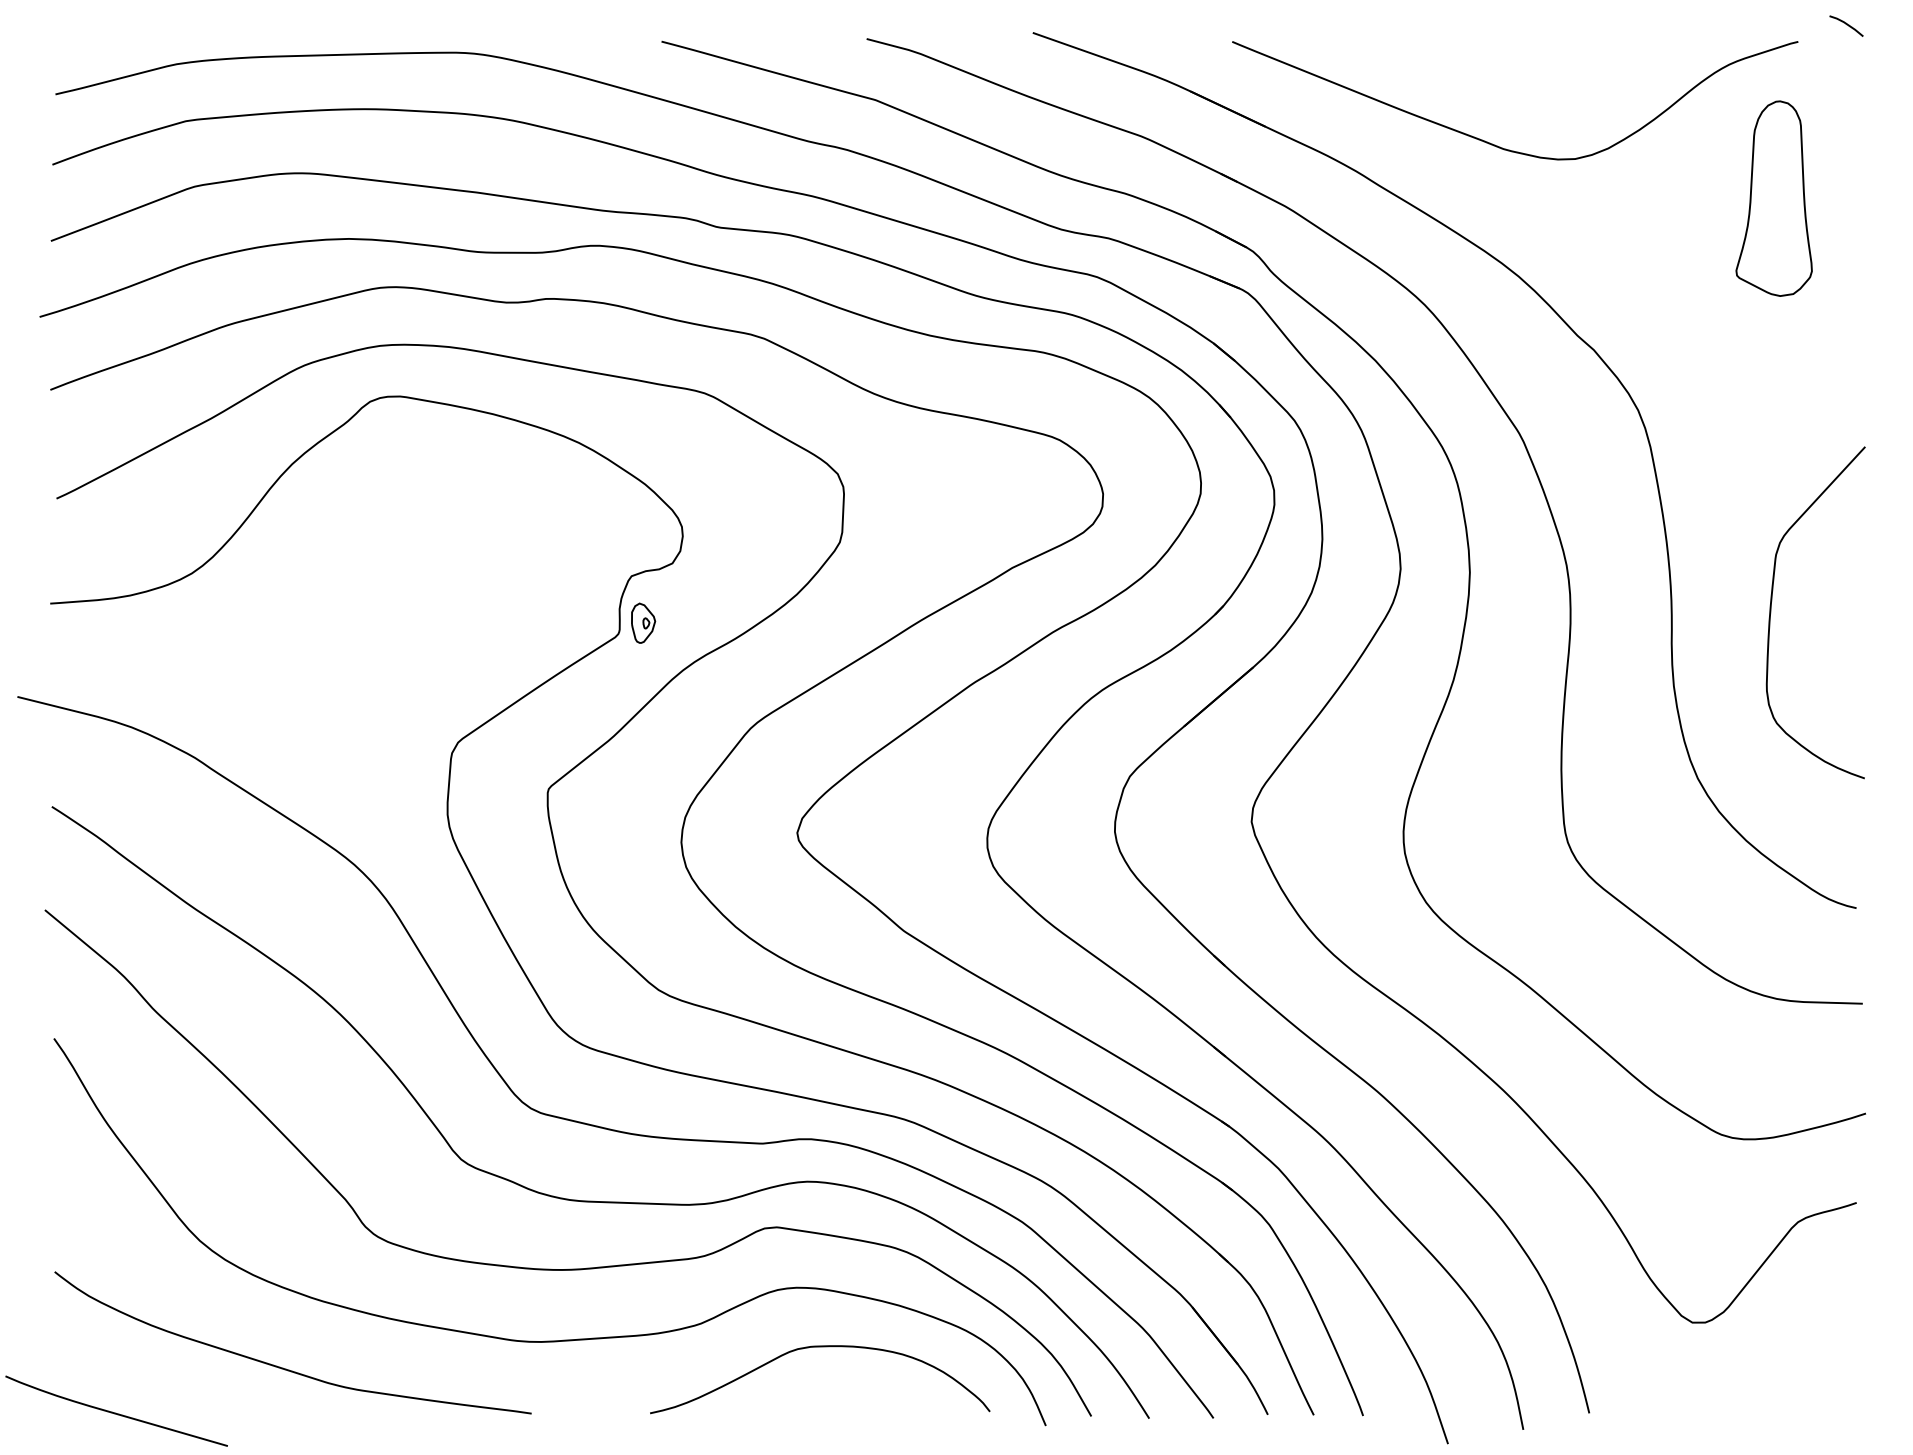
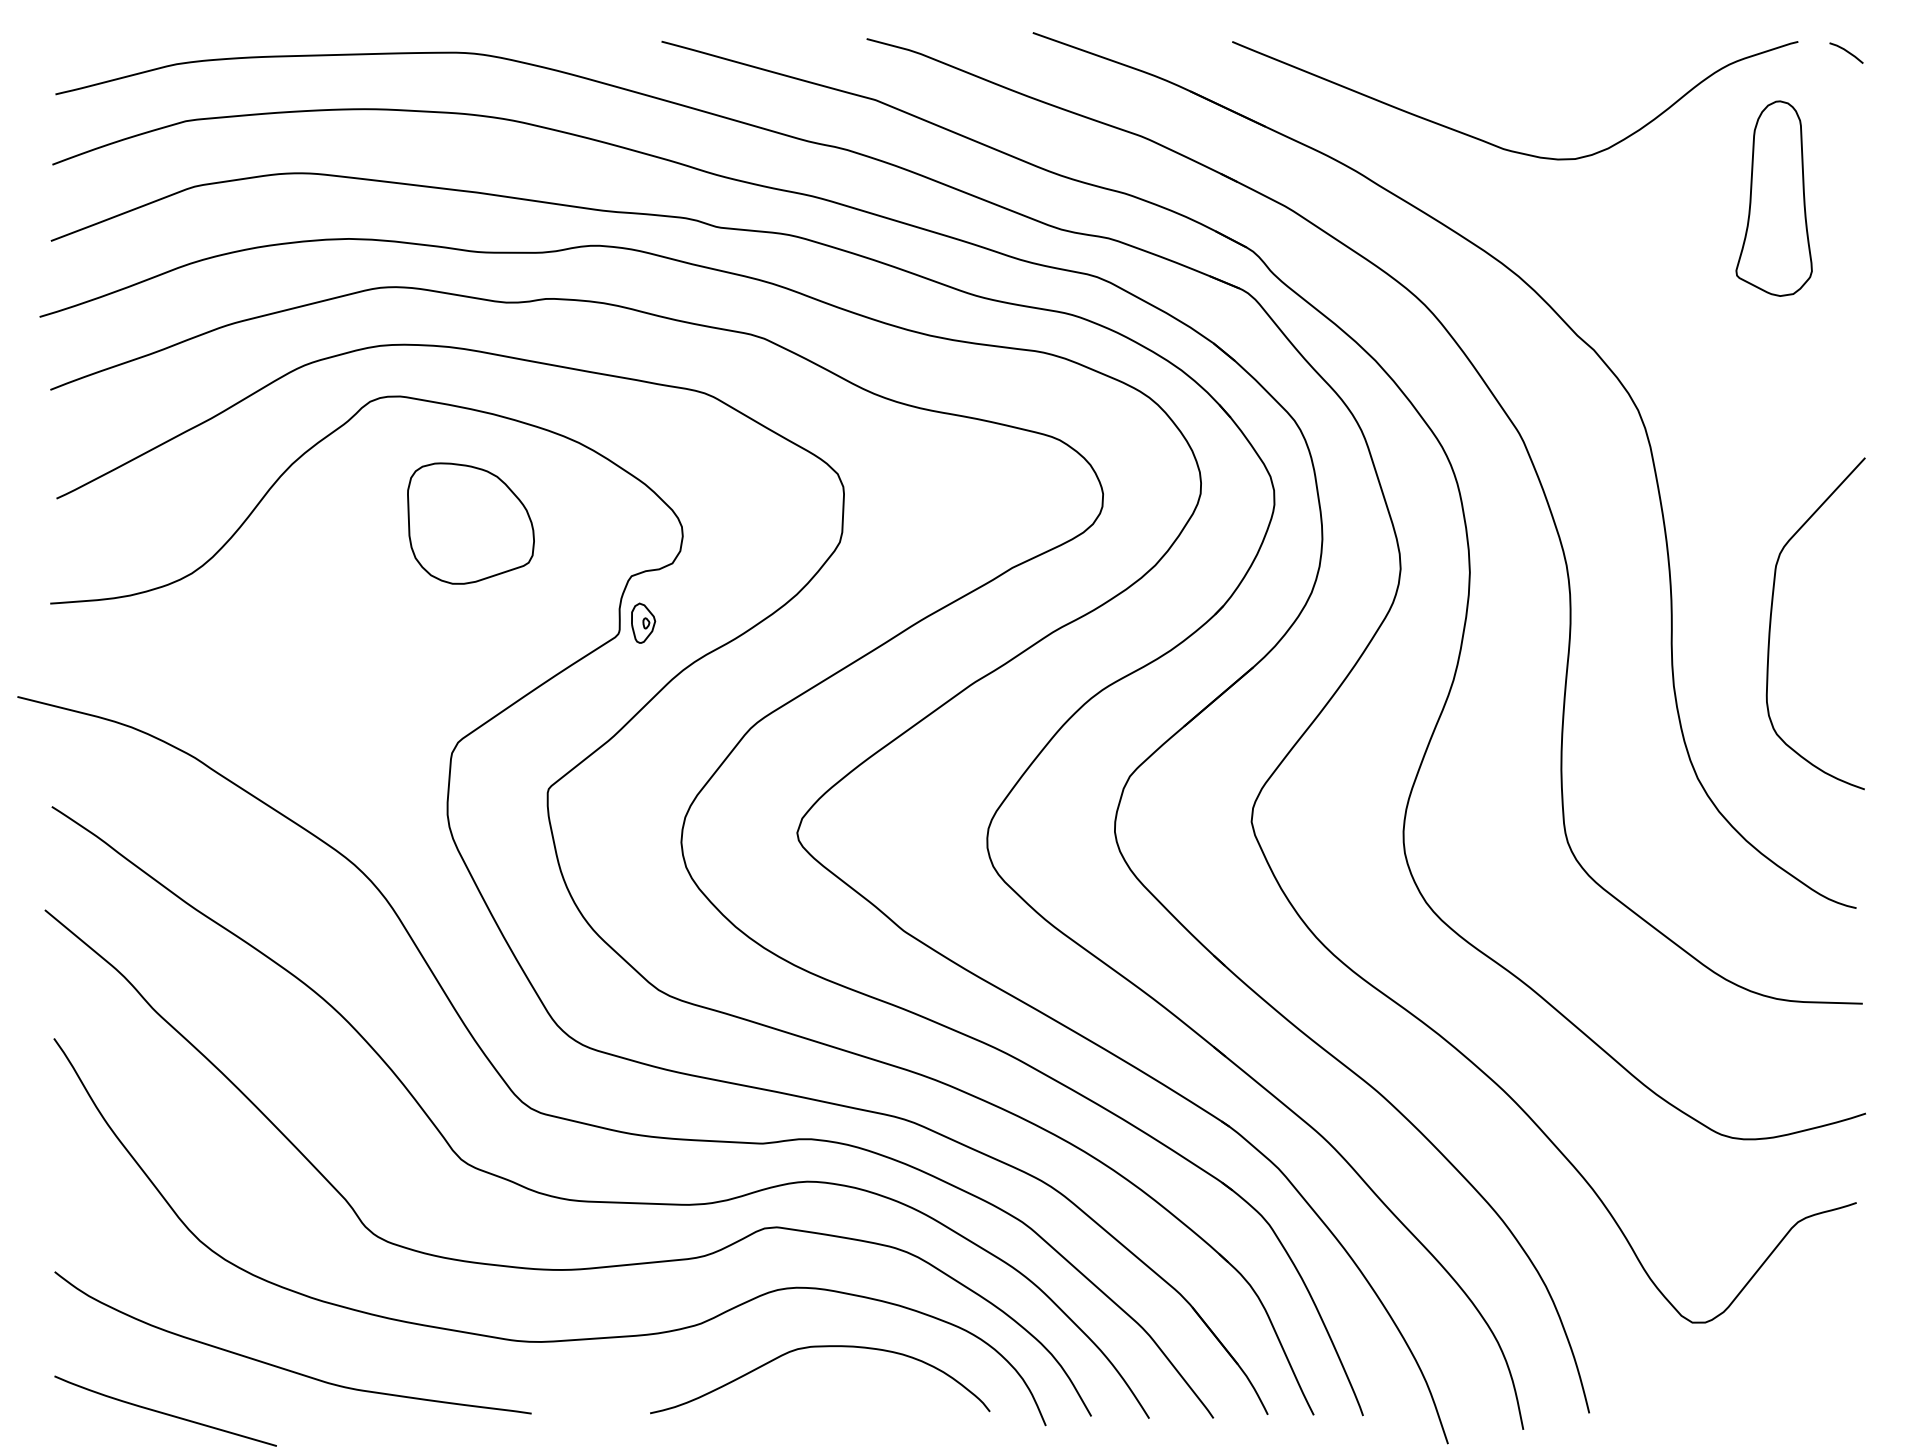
line at (1846, 25) position: (1846, 25) -> (1846, 52)
part at (470, 523): none -> present
curve at (1771, 612) position: (1771, 612) -> (1771, 623)
curve at (115, 1412) position: (115, 1412) -> (164, 1412)
